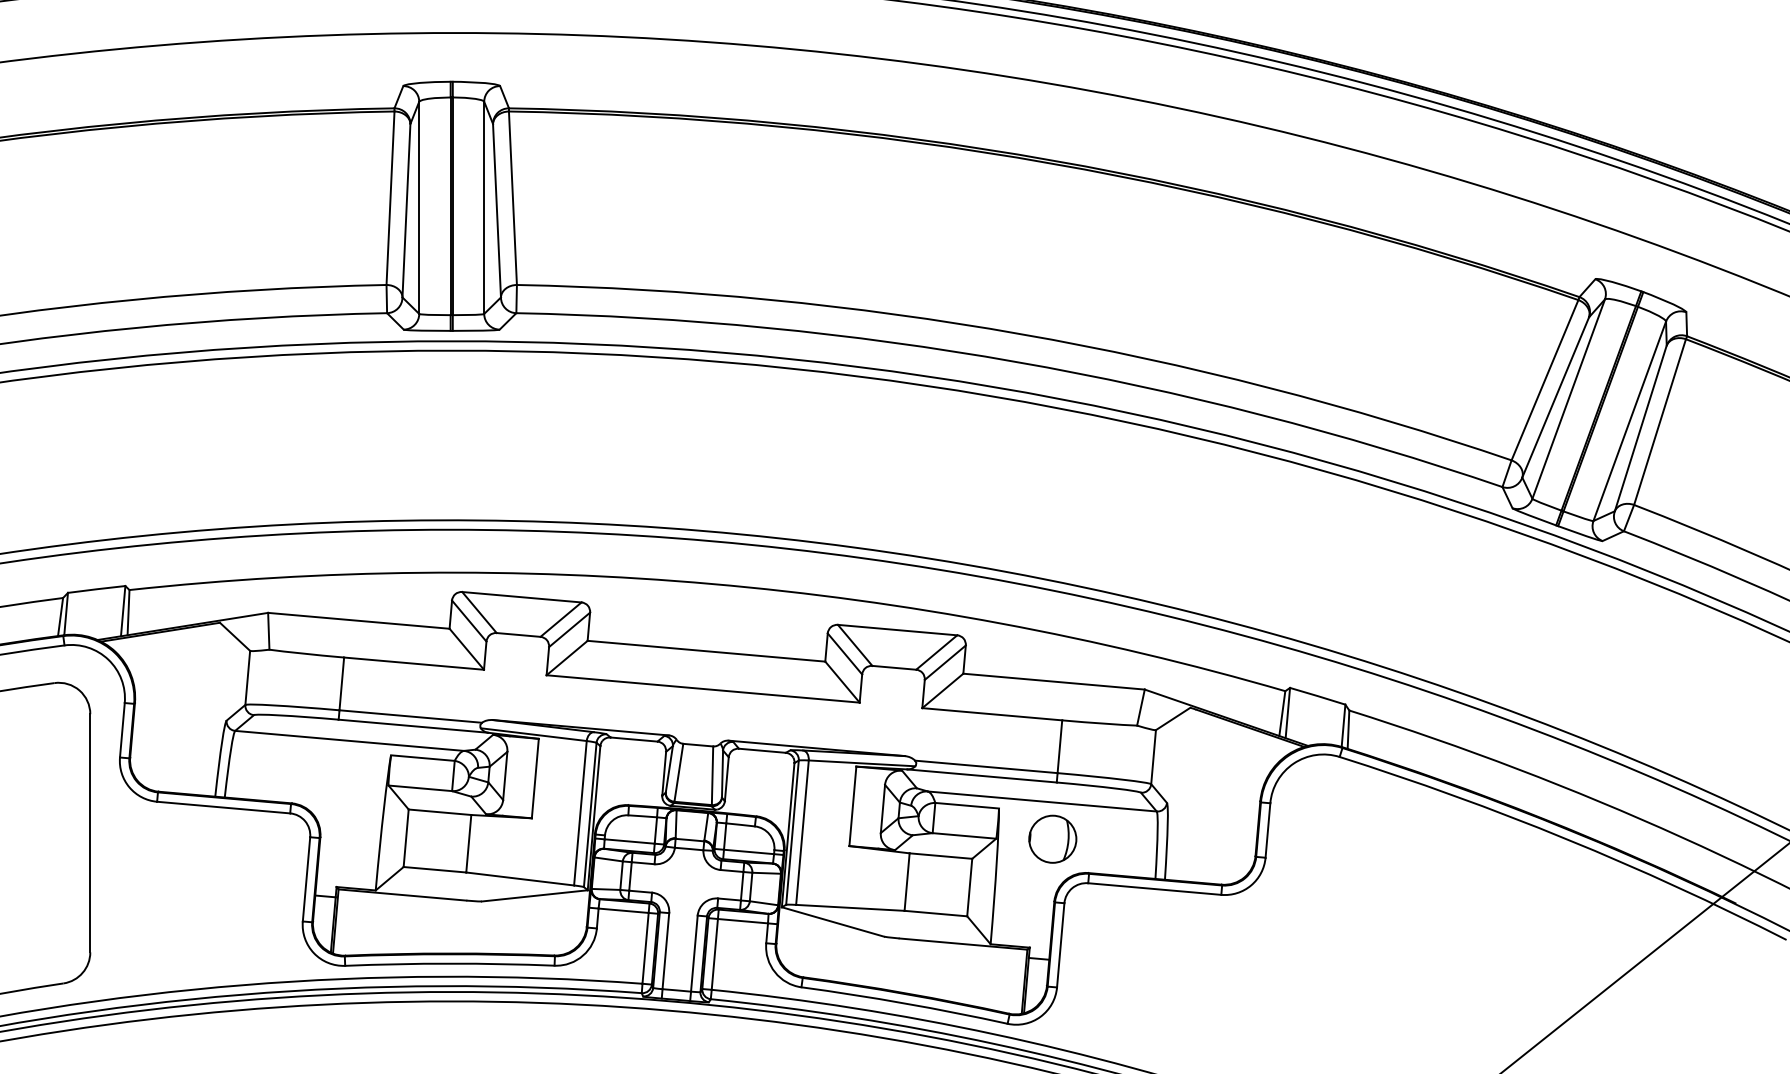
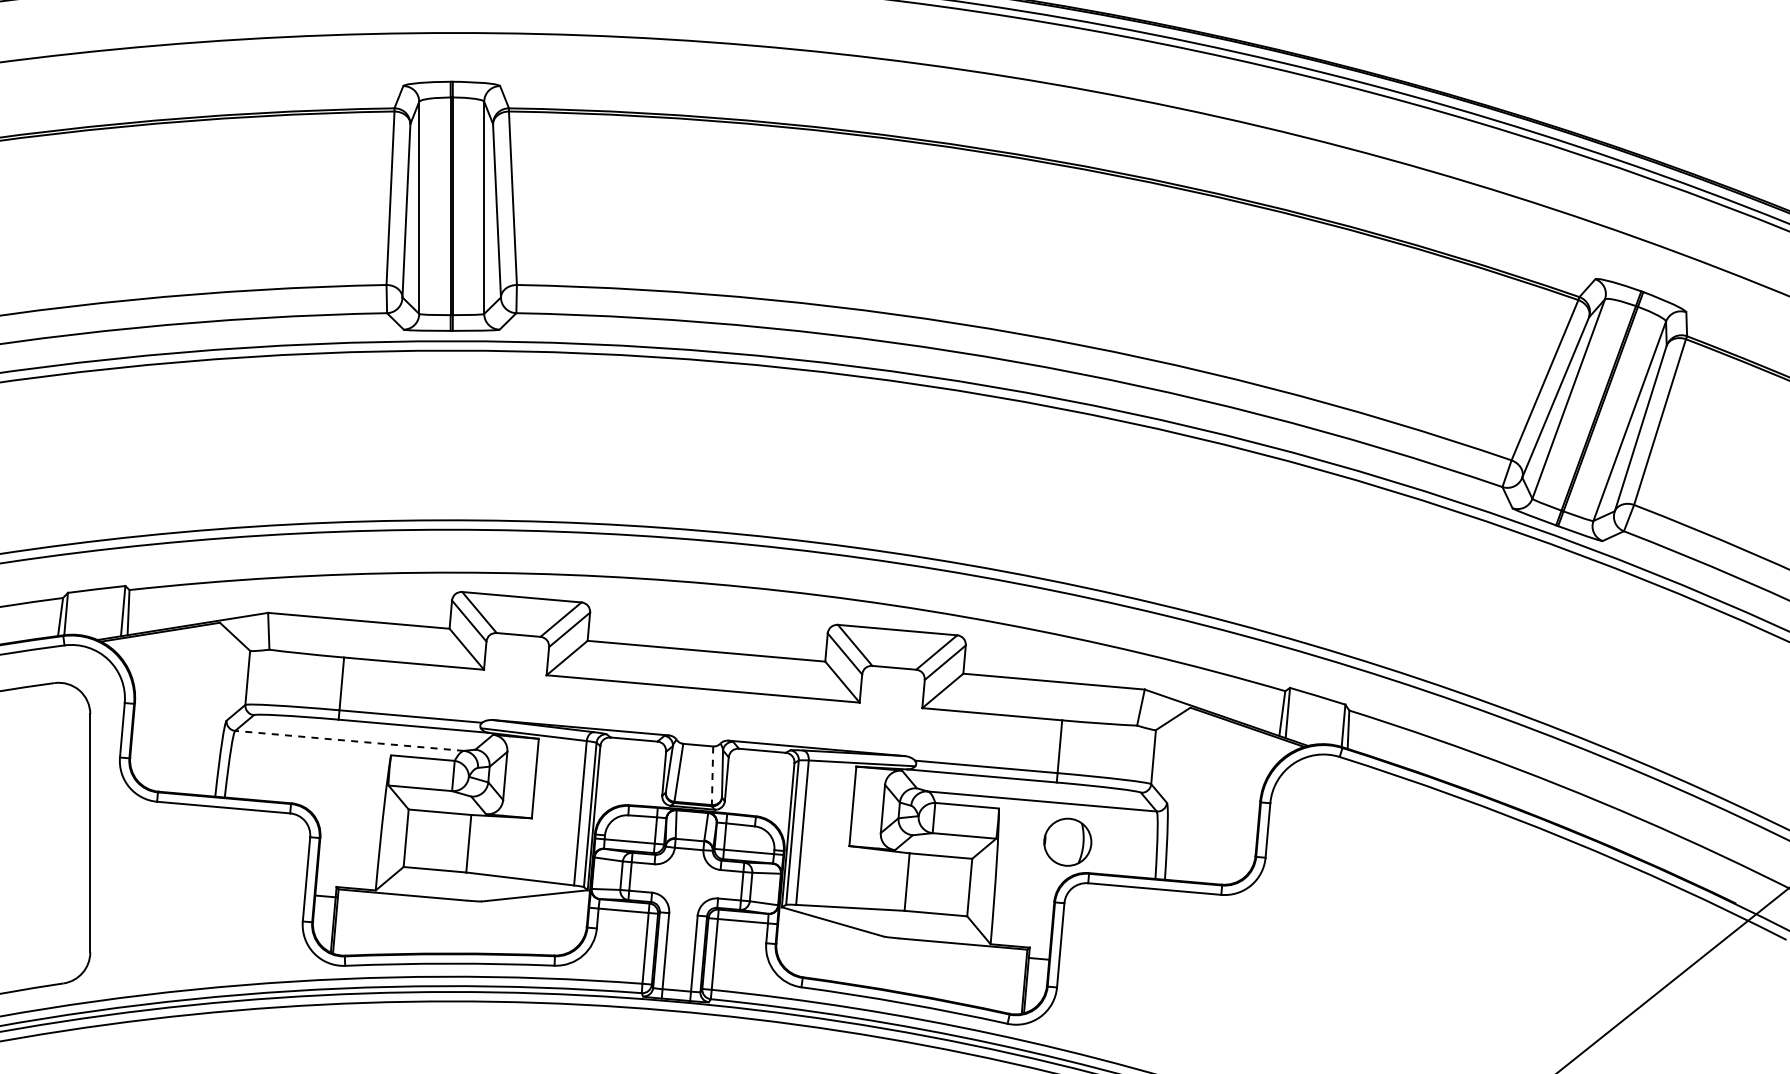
line at (349, 740): solid -> dashed
line at (712, 776): solid -> dashed
part at (1052, 838) position: (1052, 838) -> (1067, 841)
line at (1645, 957) position: (1645, 957) -> (1672, 980)
